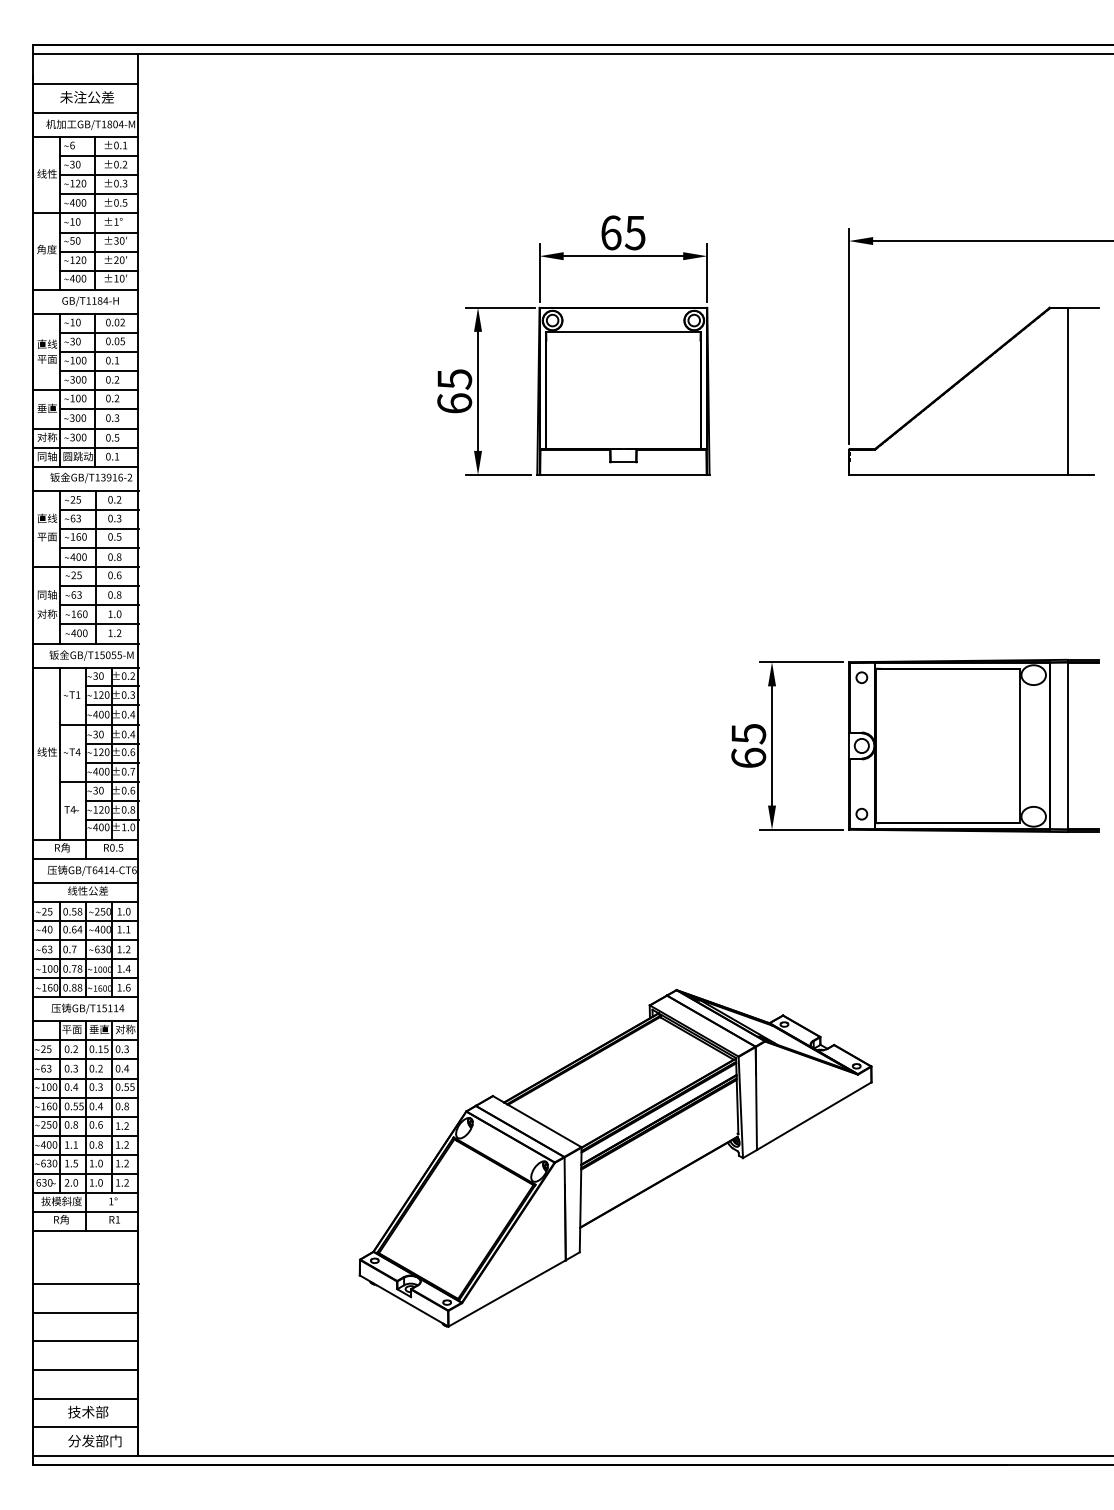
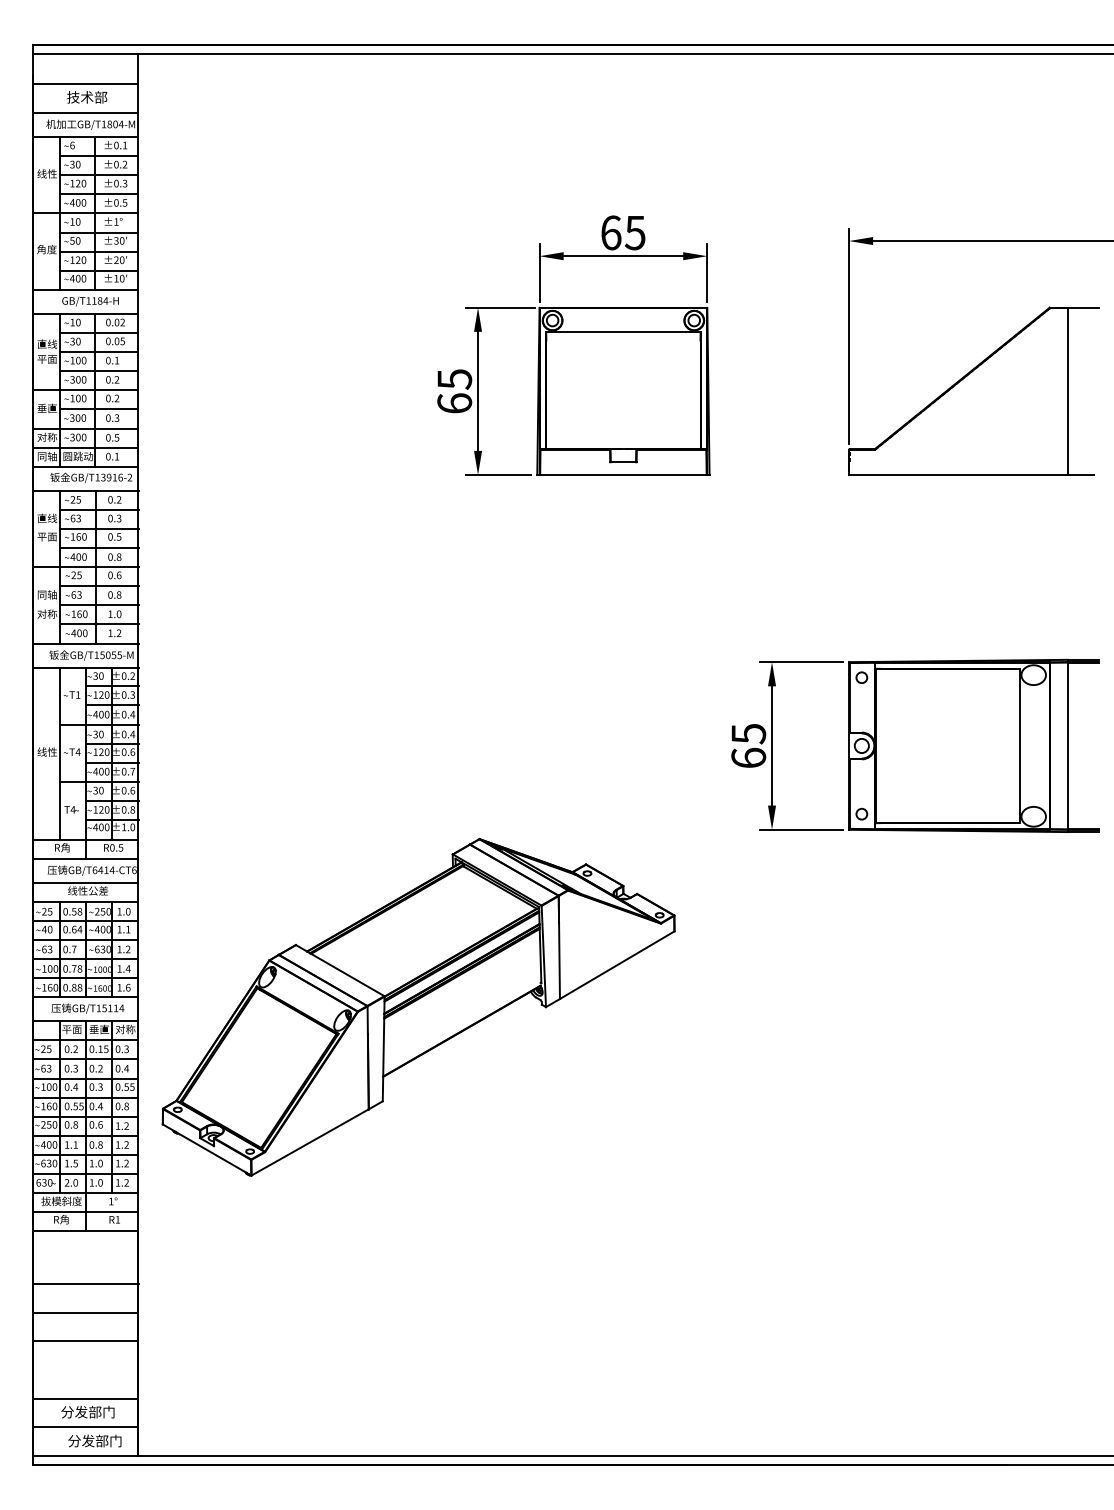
text at (86, 97): 未注公差 -> 技术部
part at (615, 1158) position: (615, 1158) -> (418, 1007)
line at (85, 1370): present -> none
text at (87, 1411): 技术部 -> 分发部门
